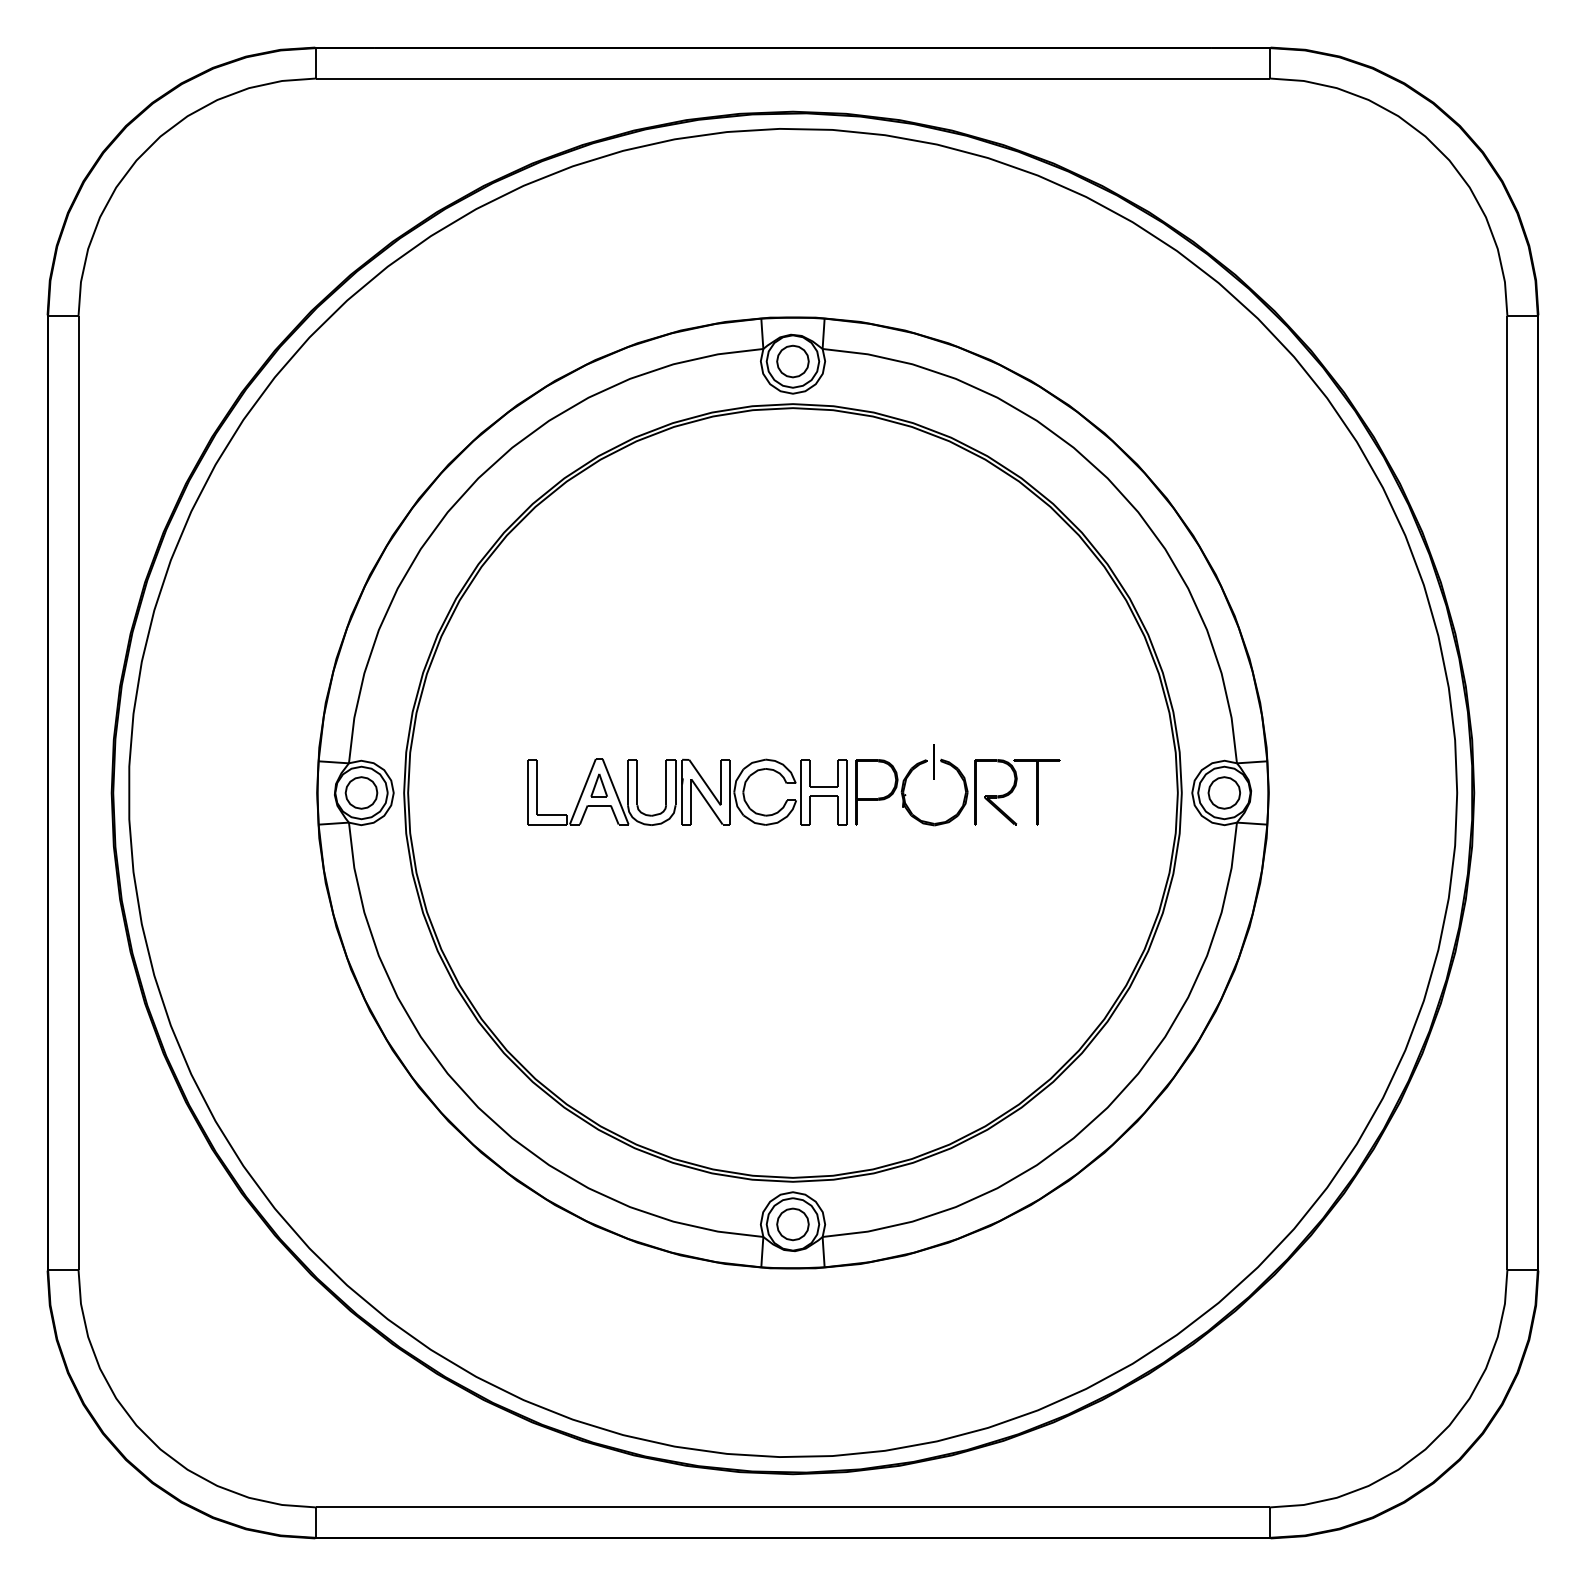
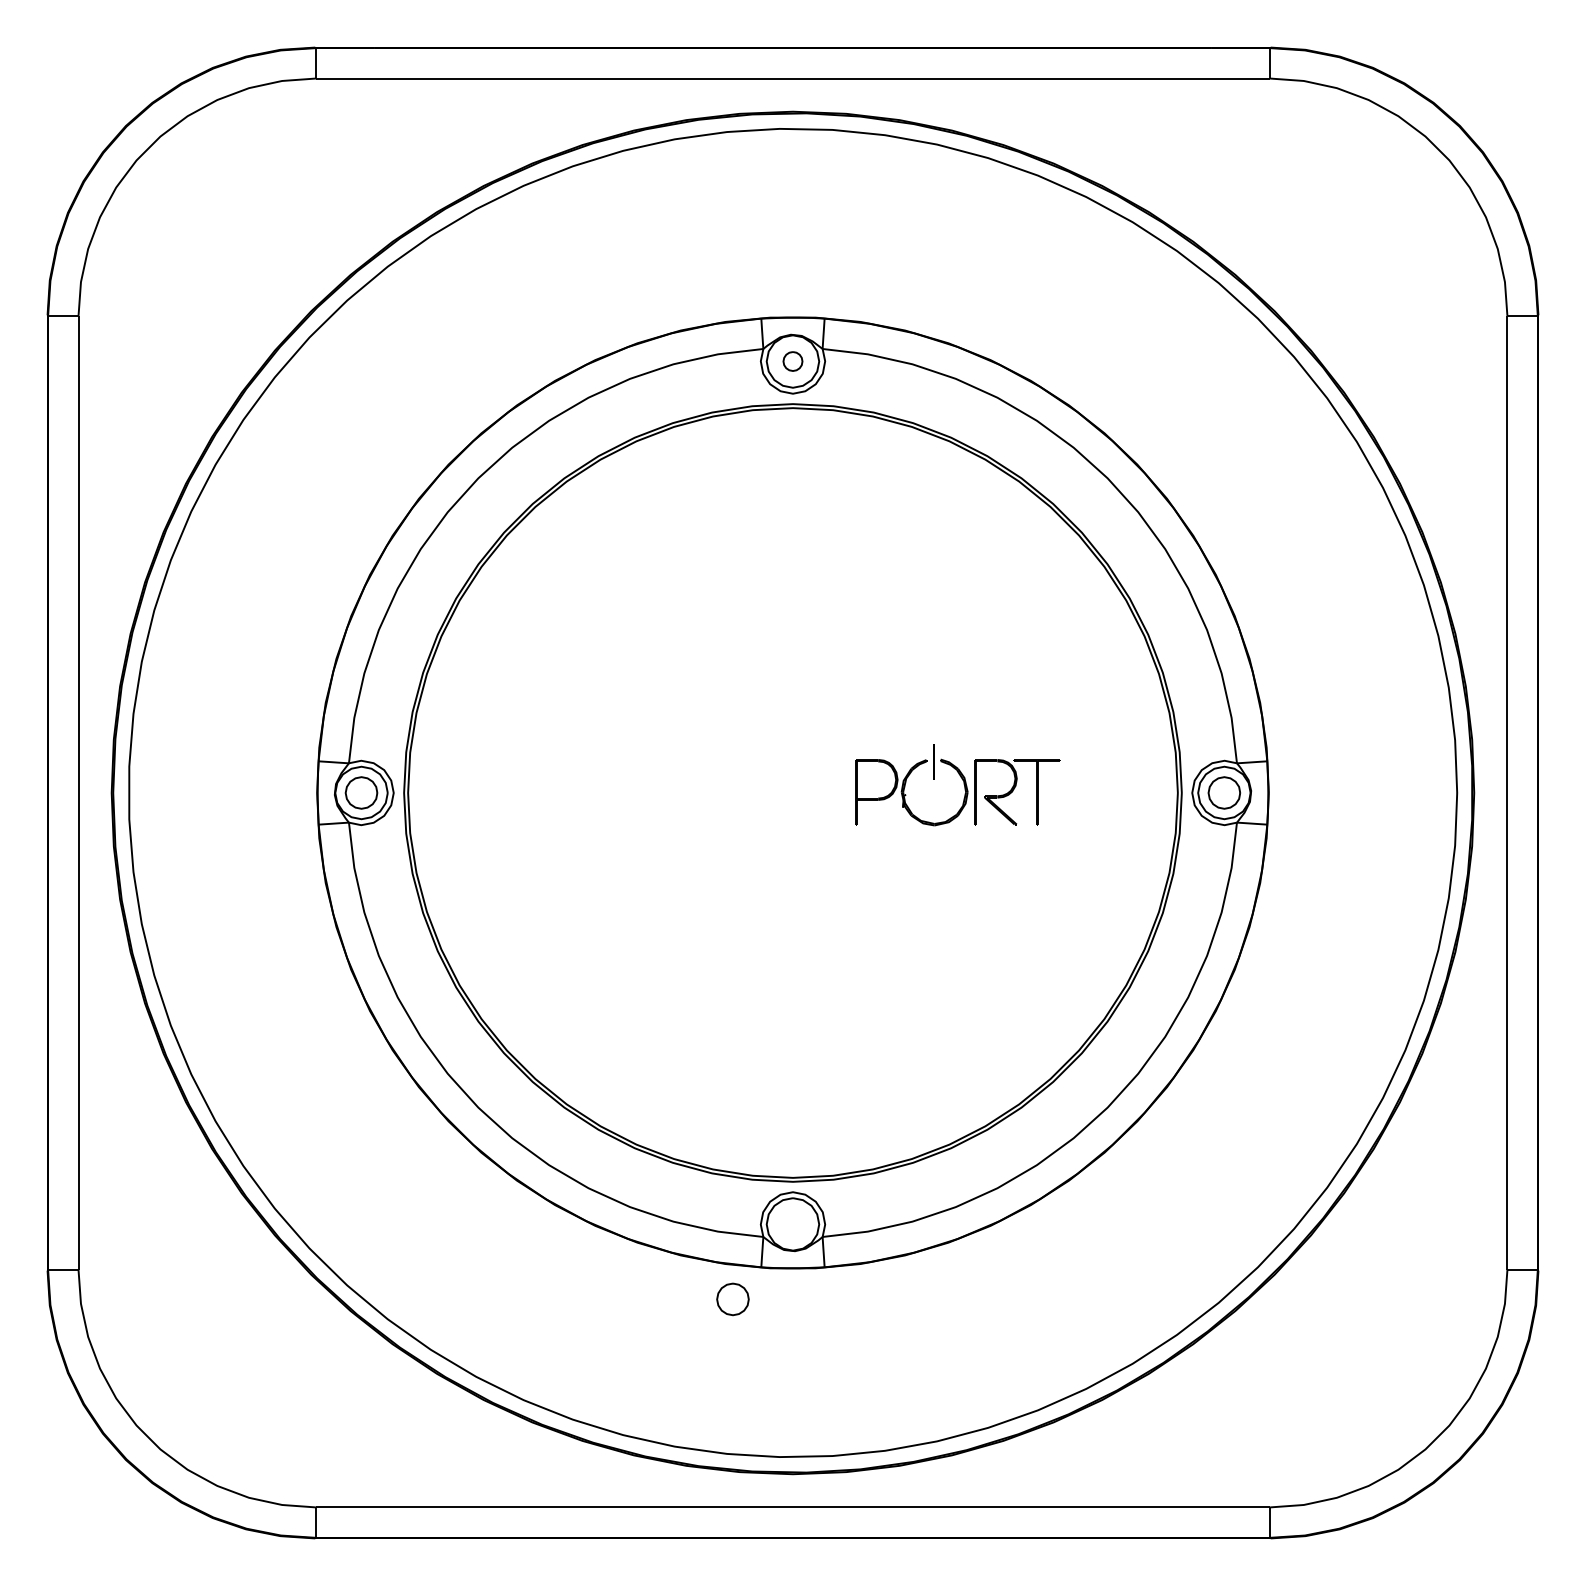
part at (792, 361) size: 34x35 px -> 22x21 px
part at (687, 791): present -> none
part at (792, 1224) position: (792, 1224) -> (732, 1299)
